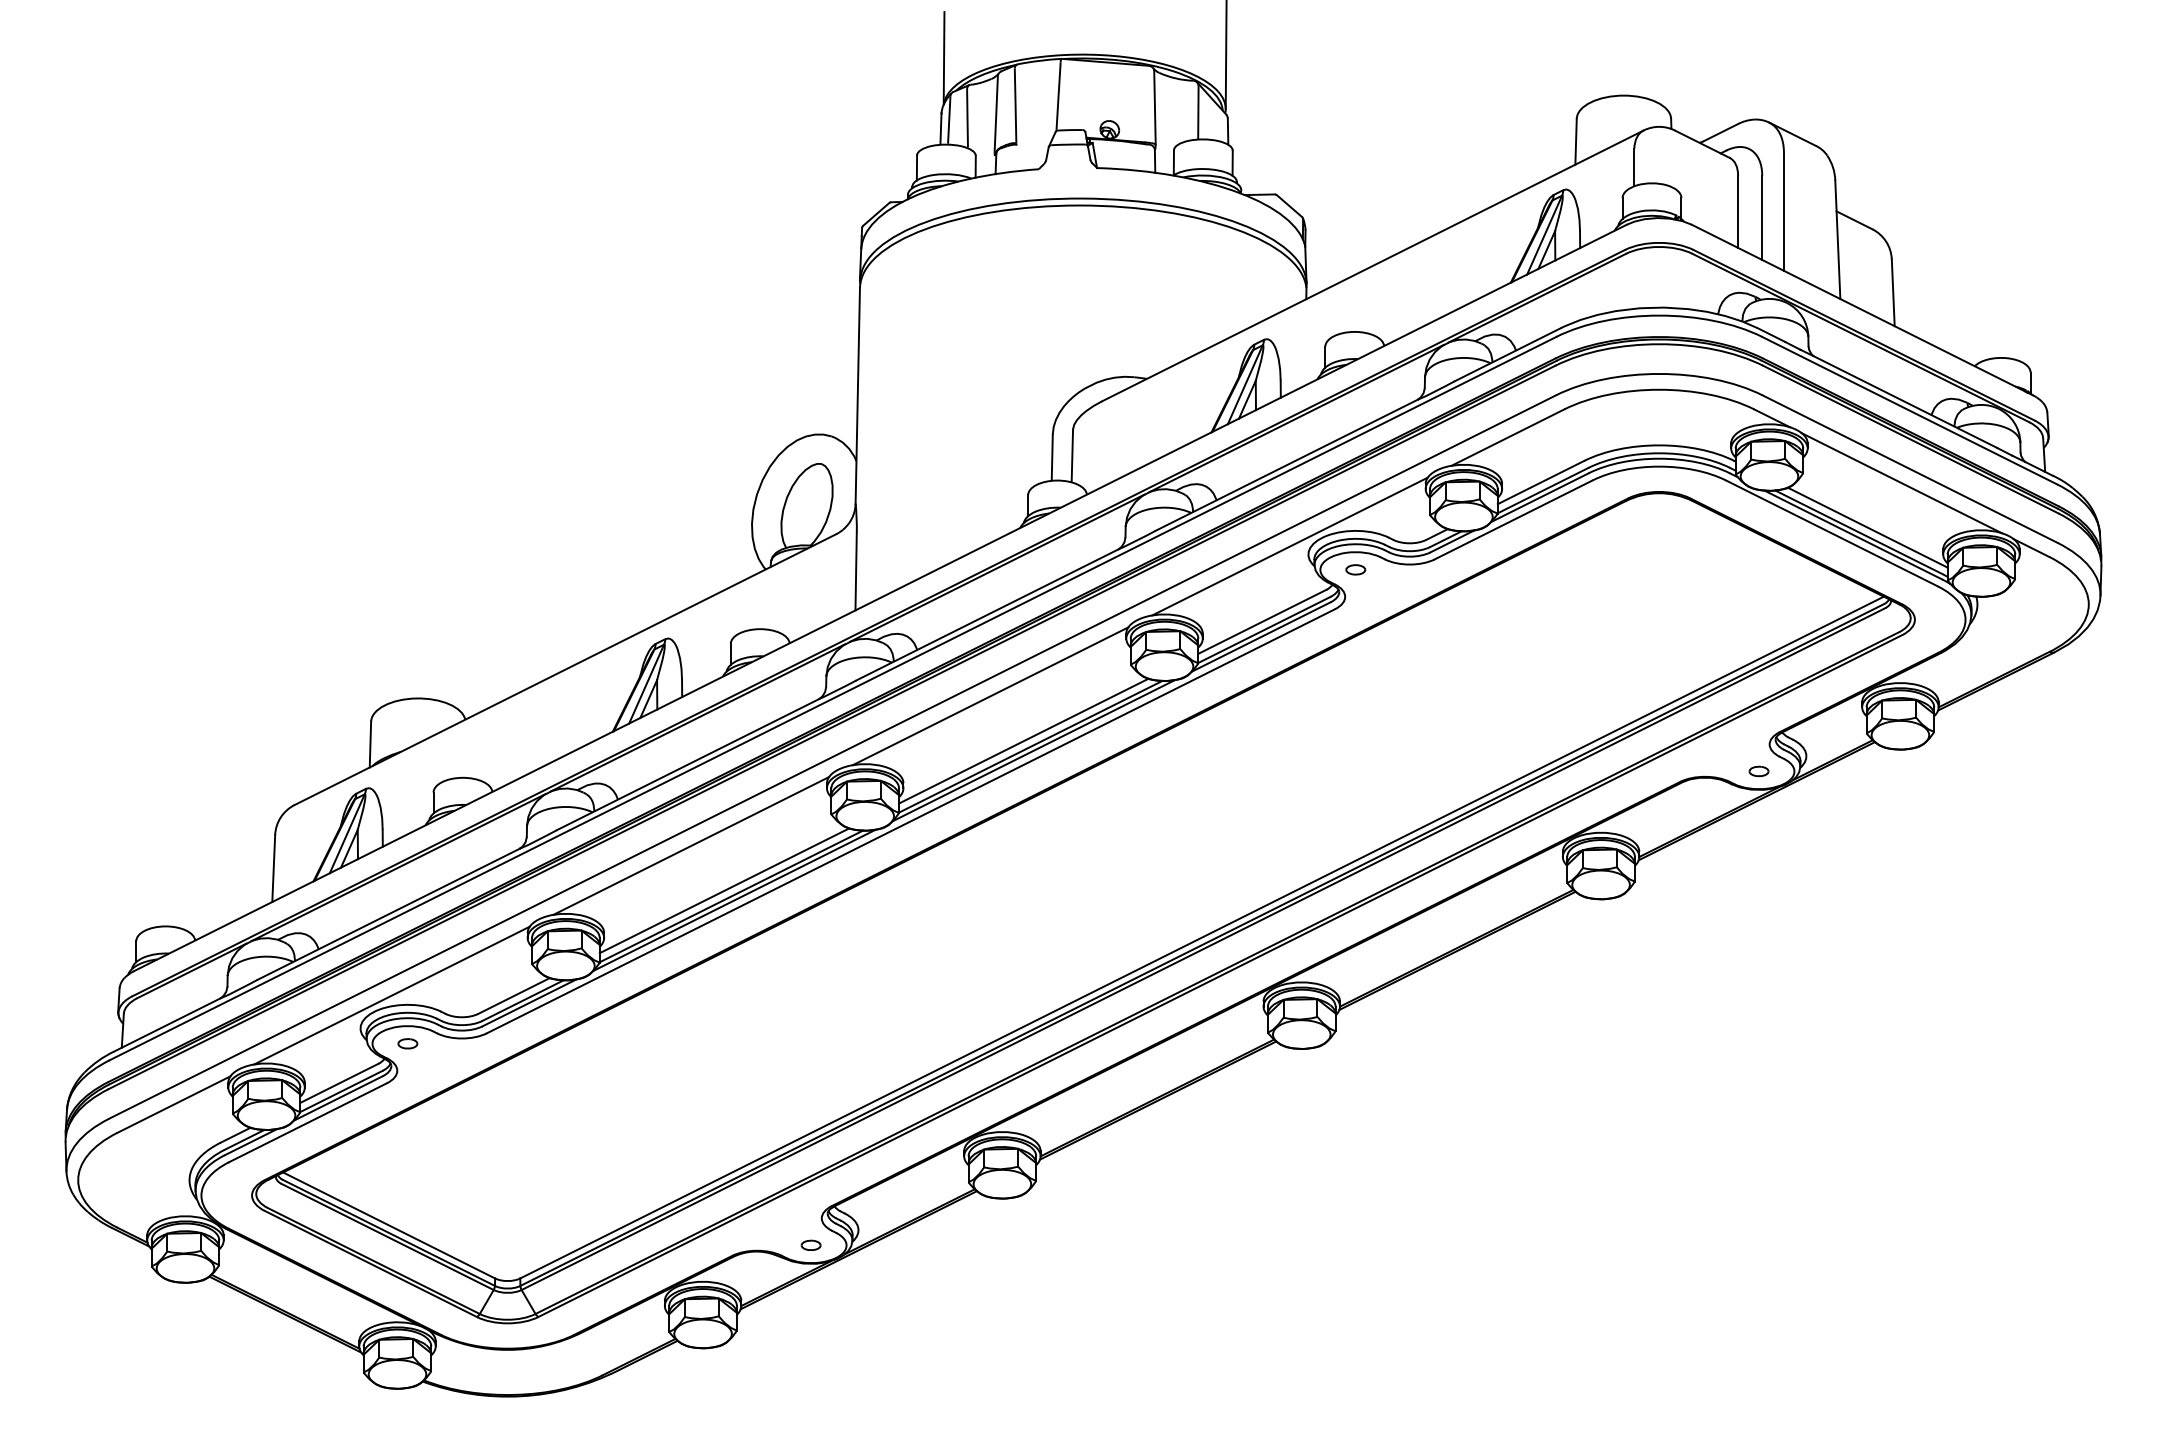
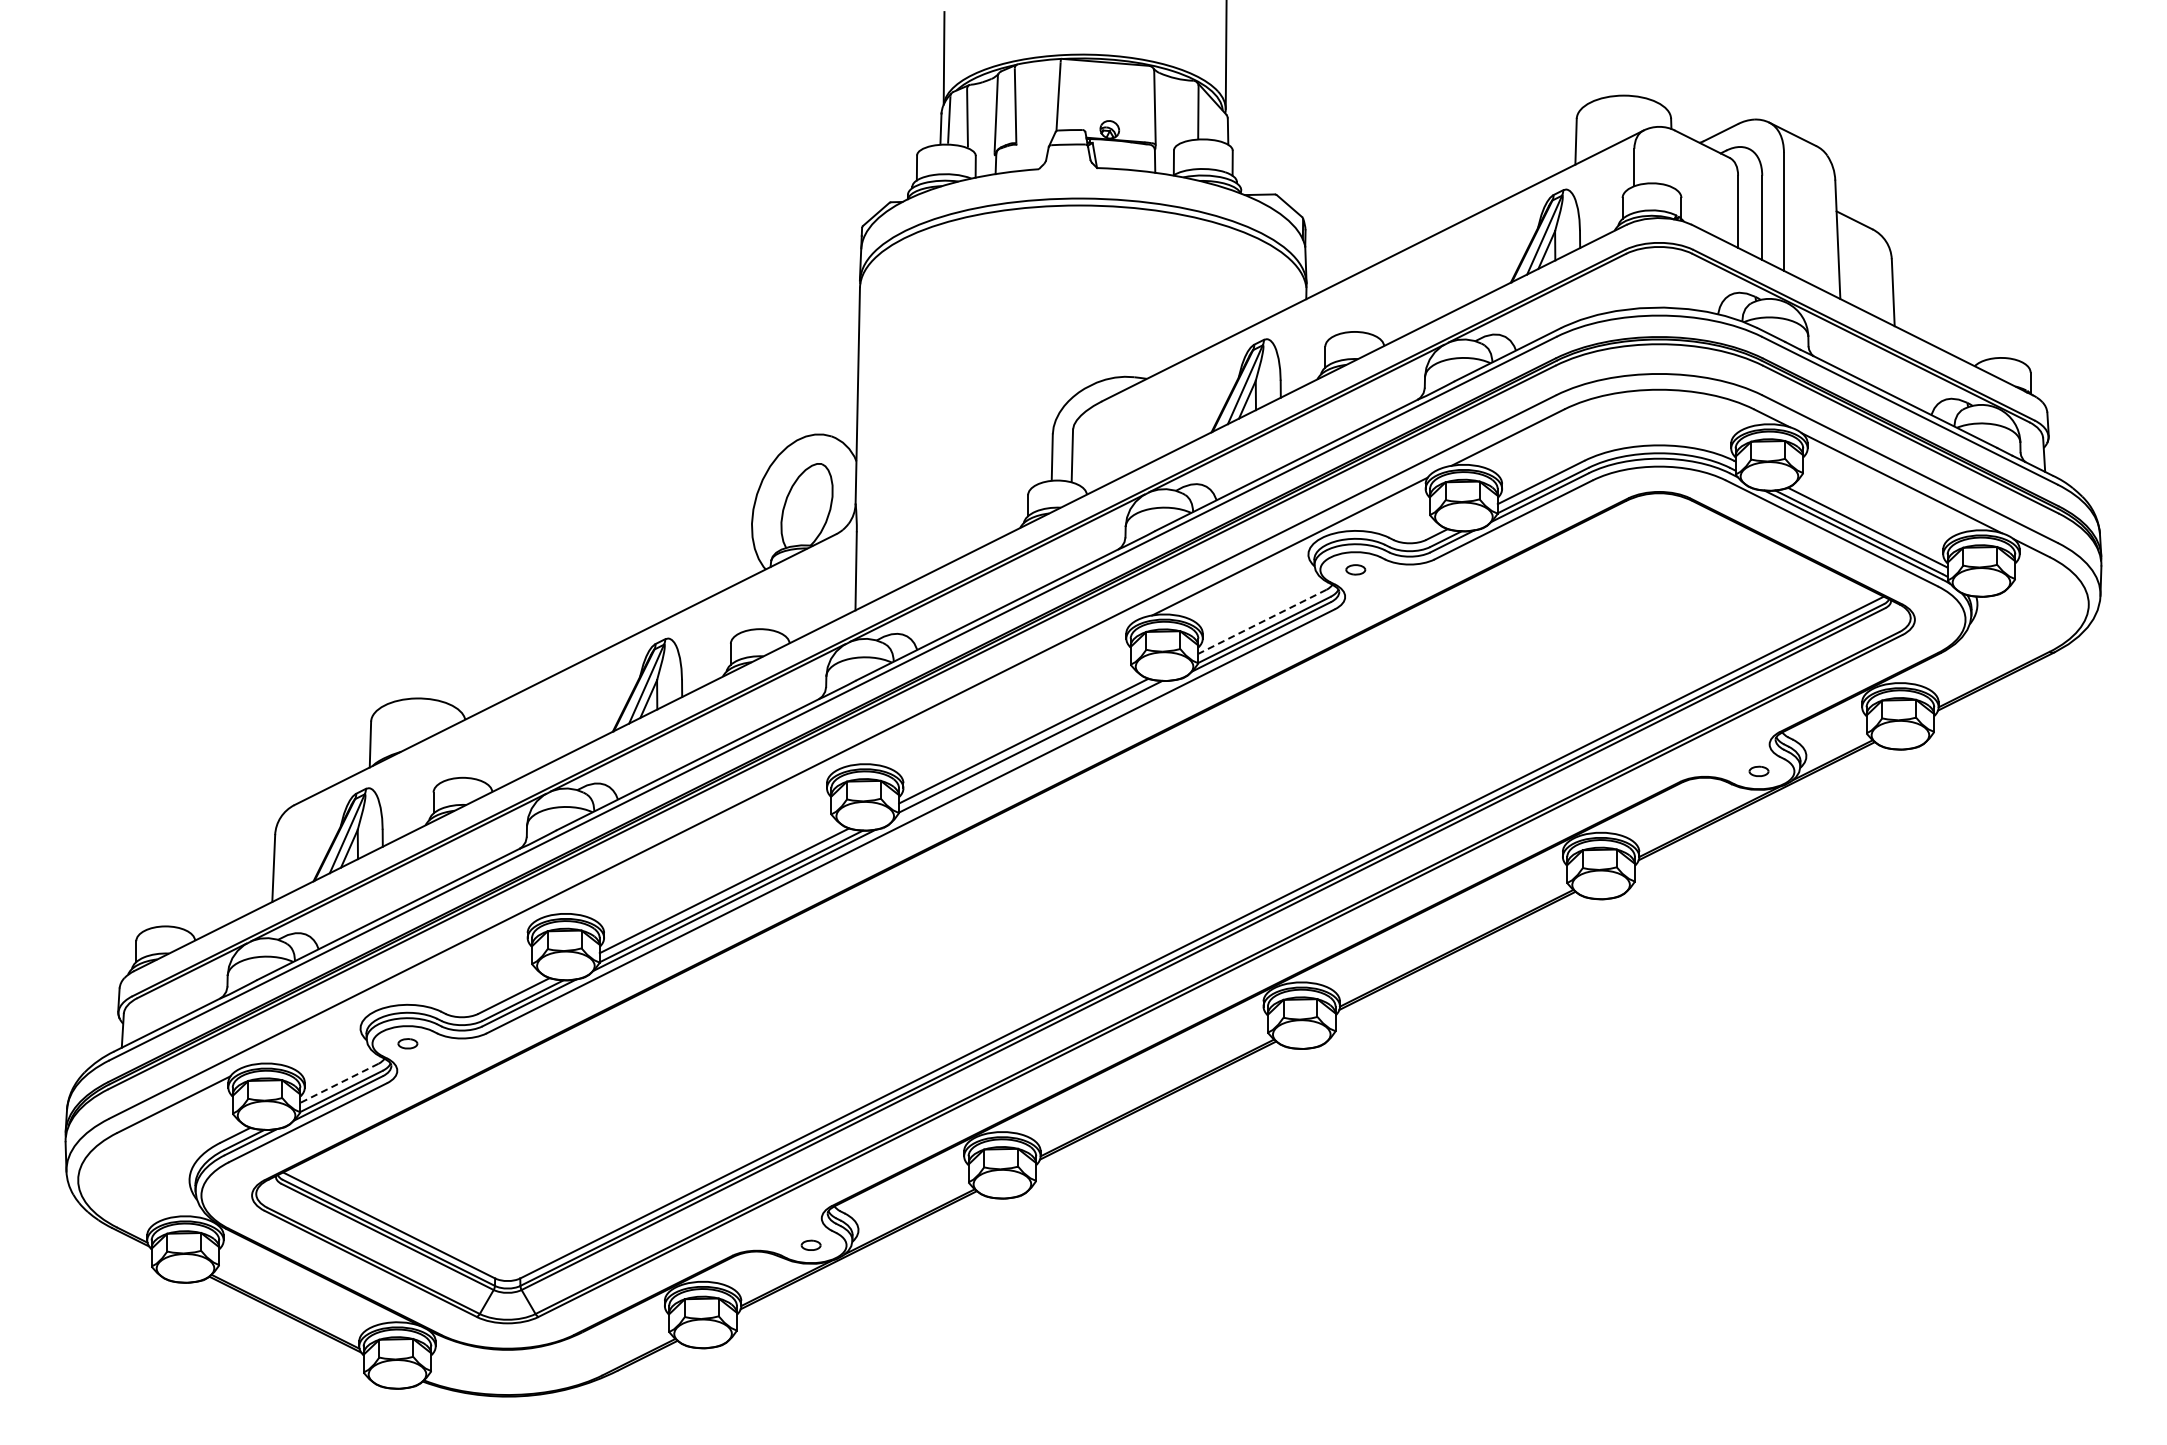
line at (1262, 621): solid -> dashed
line at (990, 696): present -> none
line at (1033, 750): present -> none
line at (691, 845): present -> none
line at (391, 995): present -> none
line at (339, 1083): solid -> dashed
